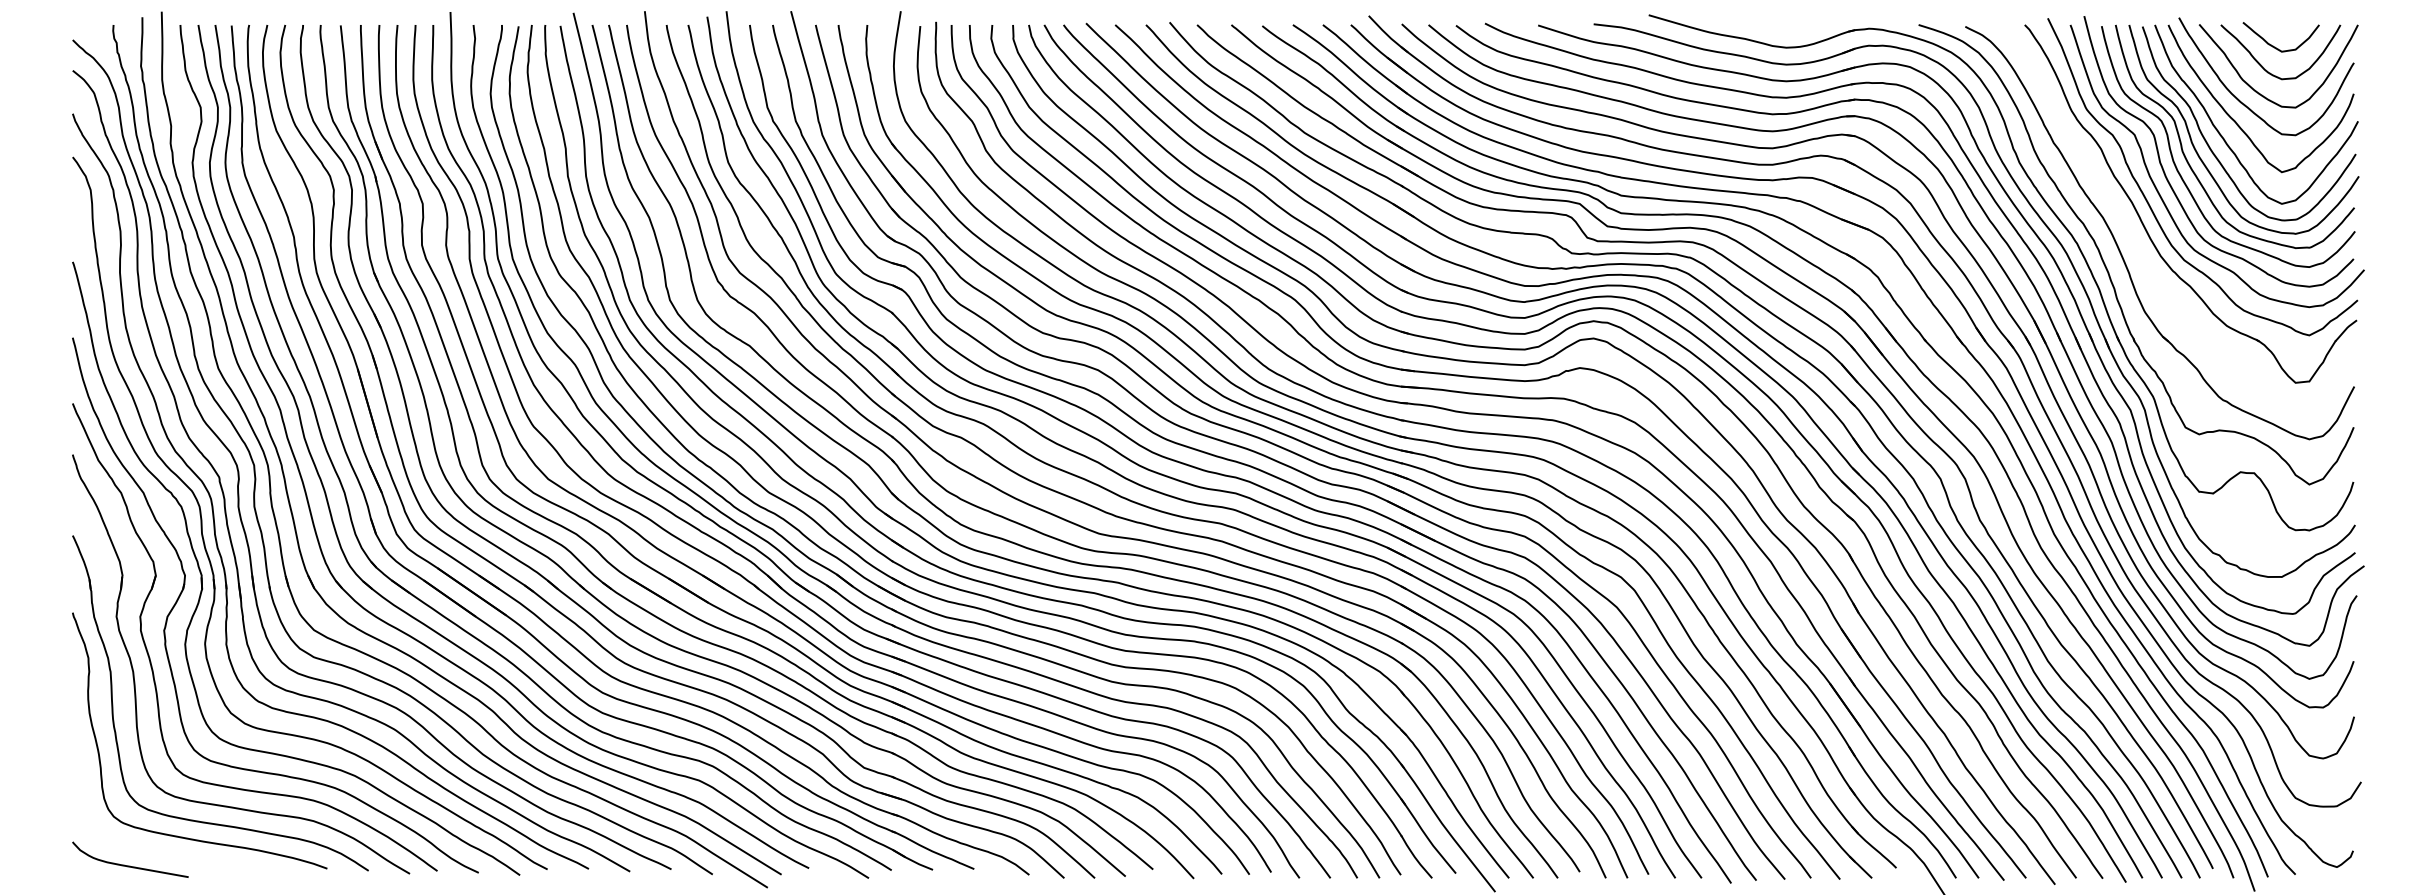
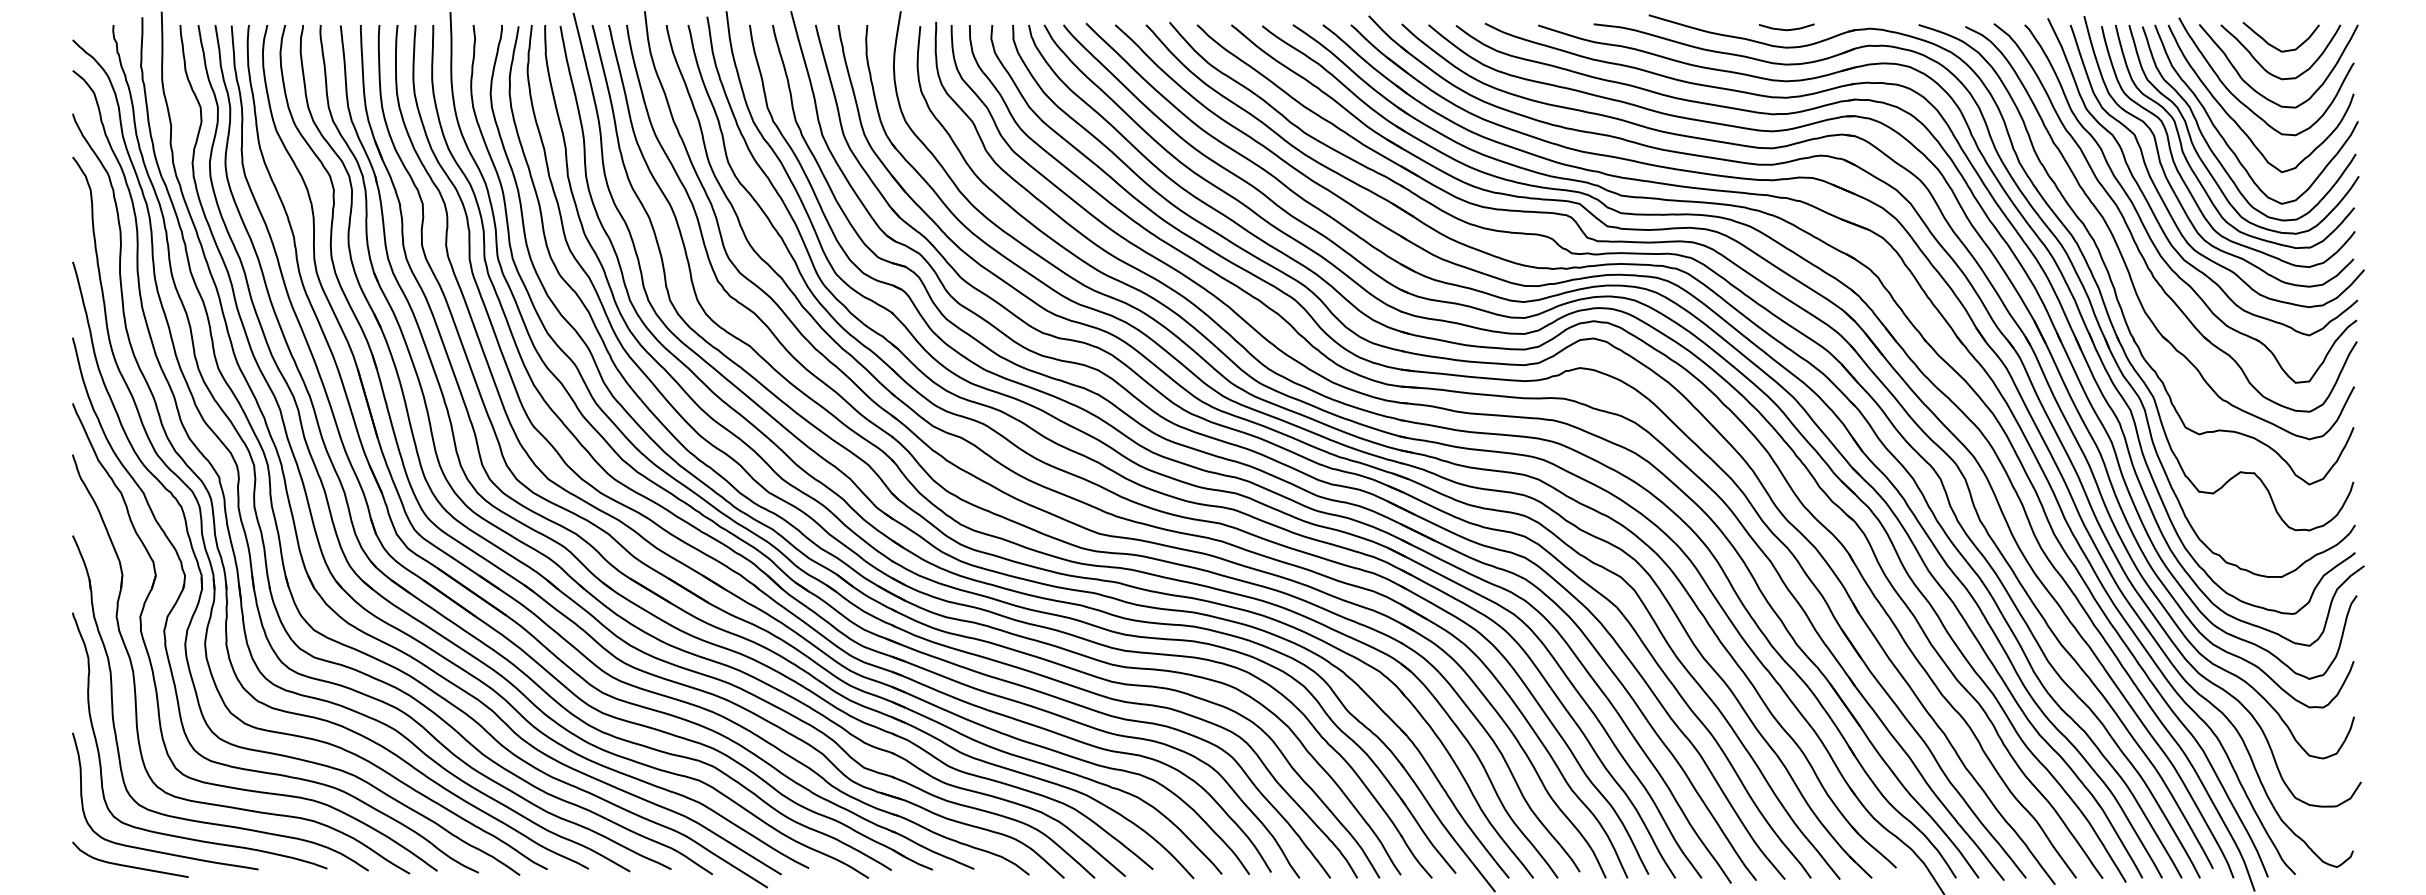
curve at (1786, 29): none -> present
part at (2134, 238): none -> present
curve at (156, 850): none -> present
